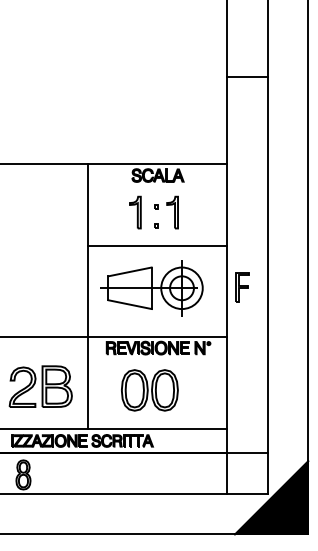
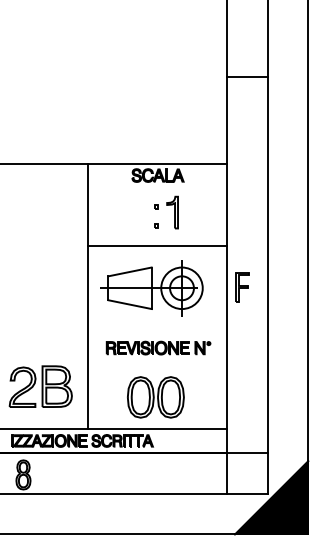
part at (135, 212): present -> none
line at (114, 336): present -> none
part at (149, 390) position: (149, 390) -> (155, 397)
